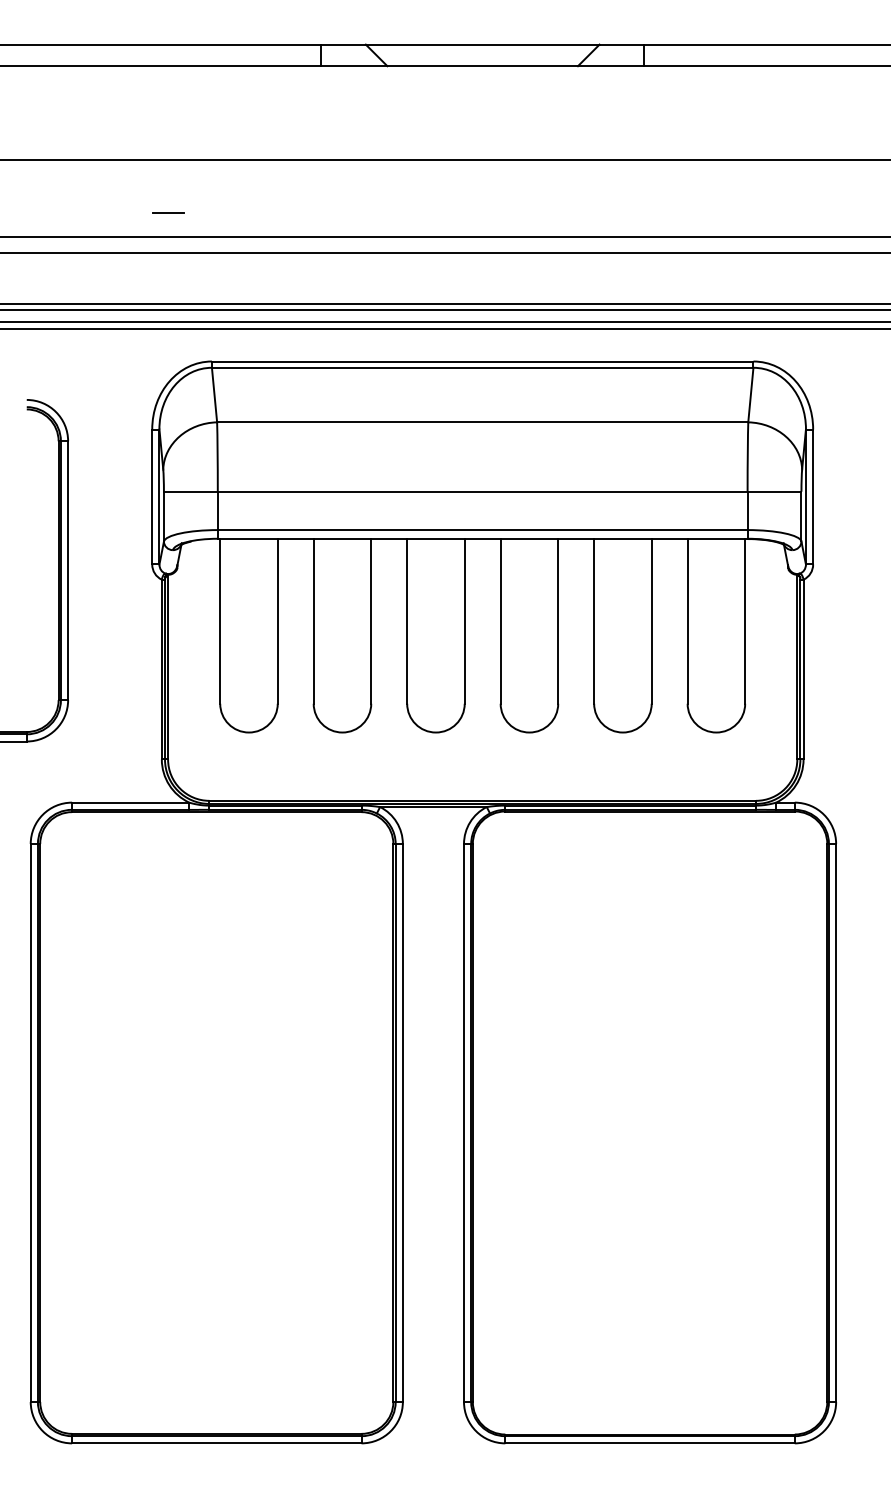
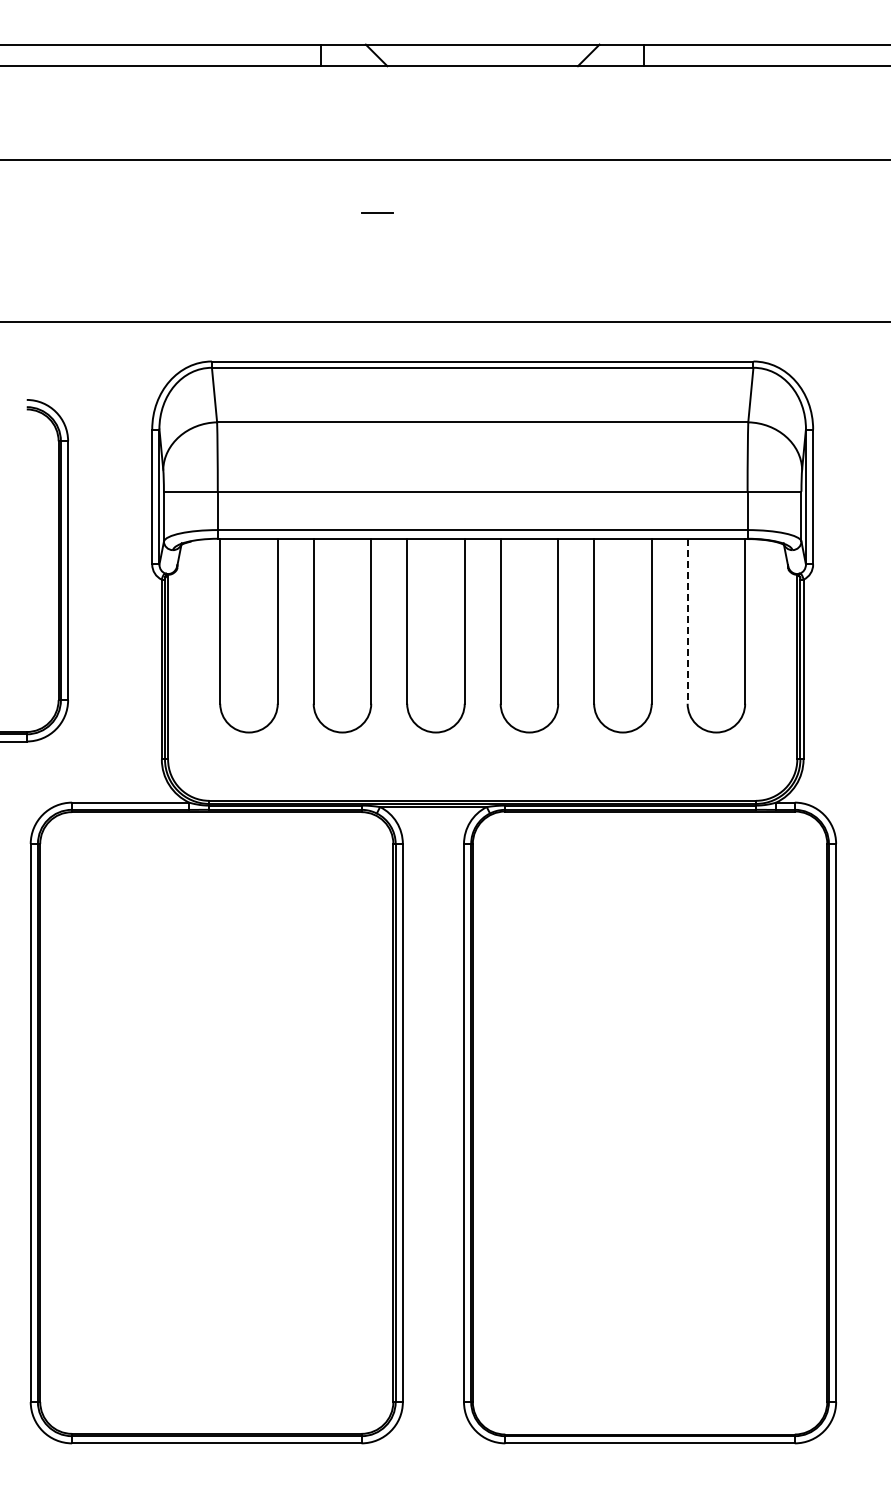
line at (168, 212) position: (168, 212) -> (377, 212)
line at (444, 236): present -> none
line at (444, 252): present -> none
line at (444, 303): present -> none
line at (444, 310): present -> none
line at (444, 328): present -> none
line at (687, 621): solid -> dashed
